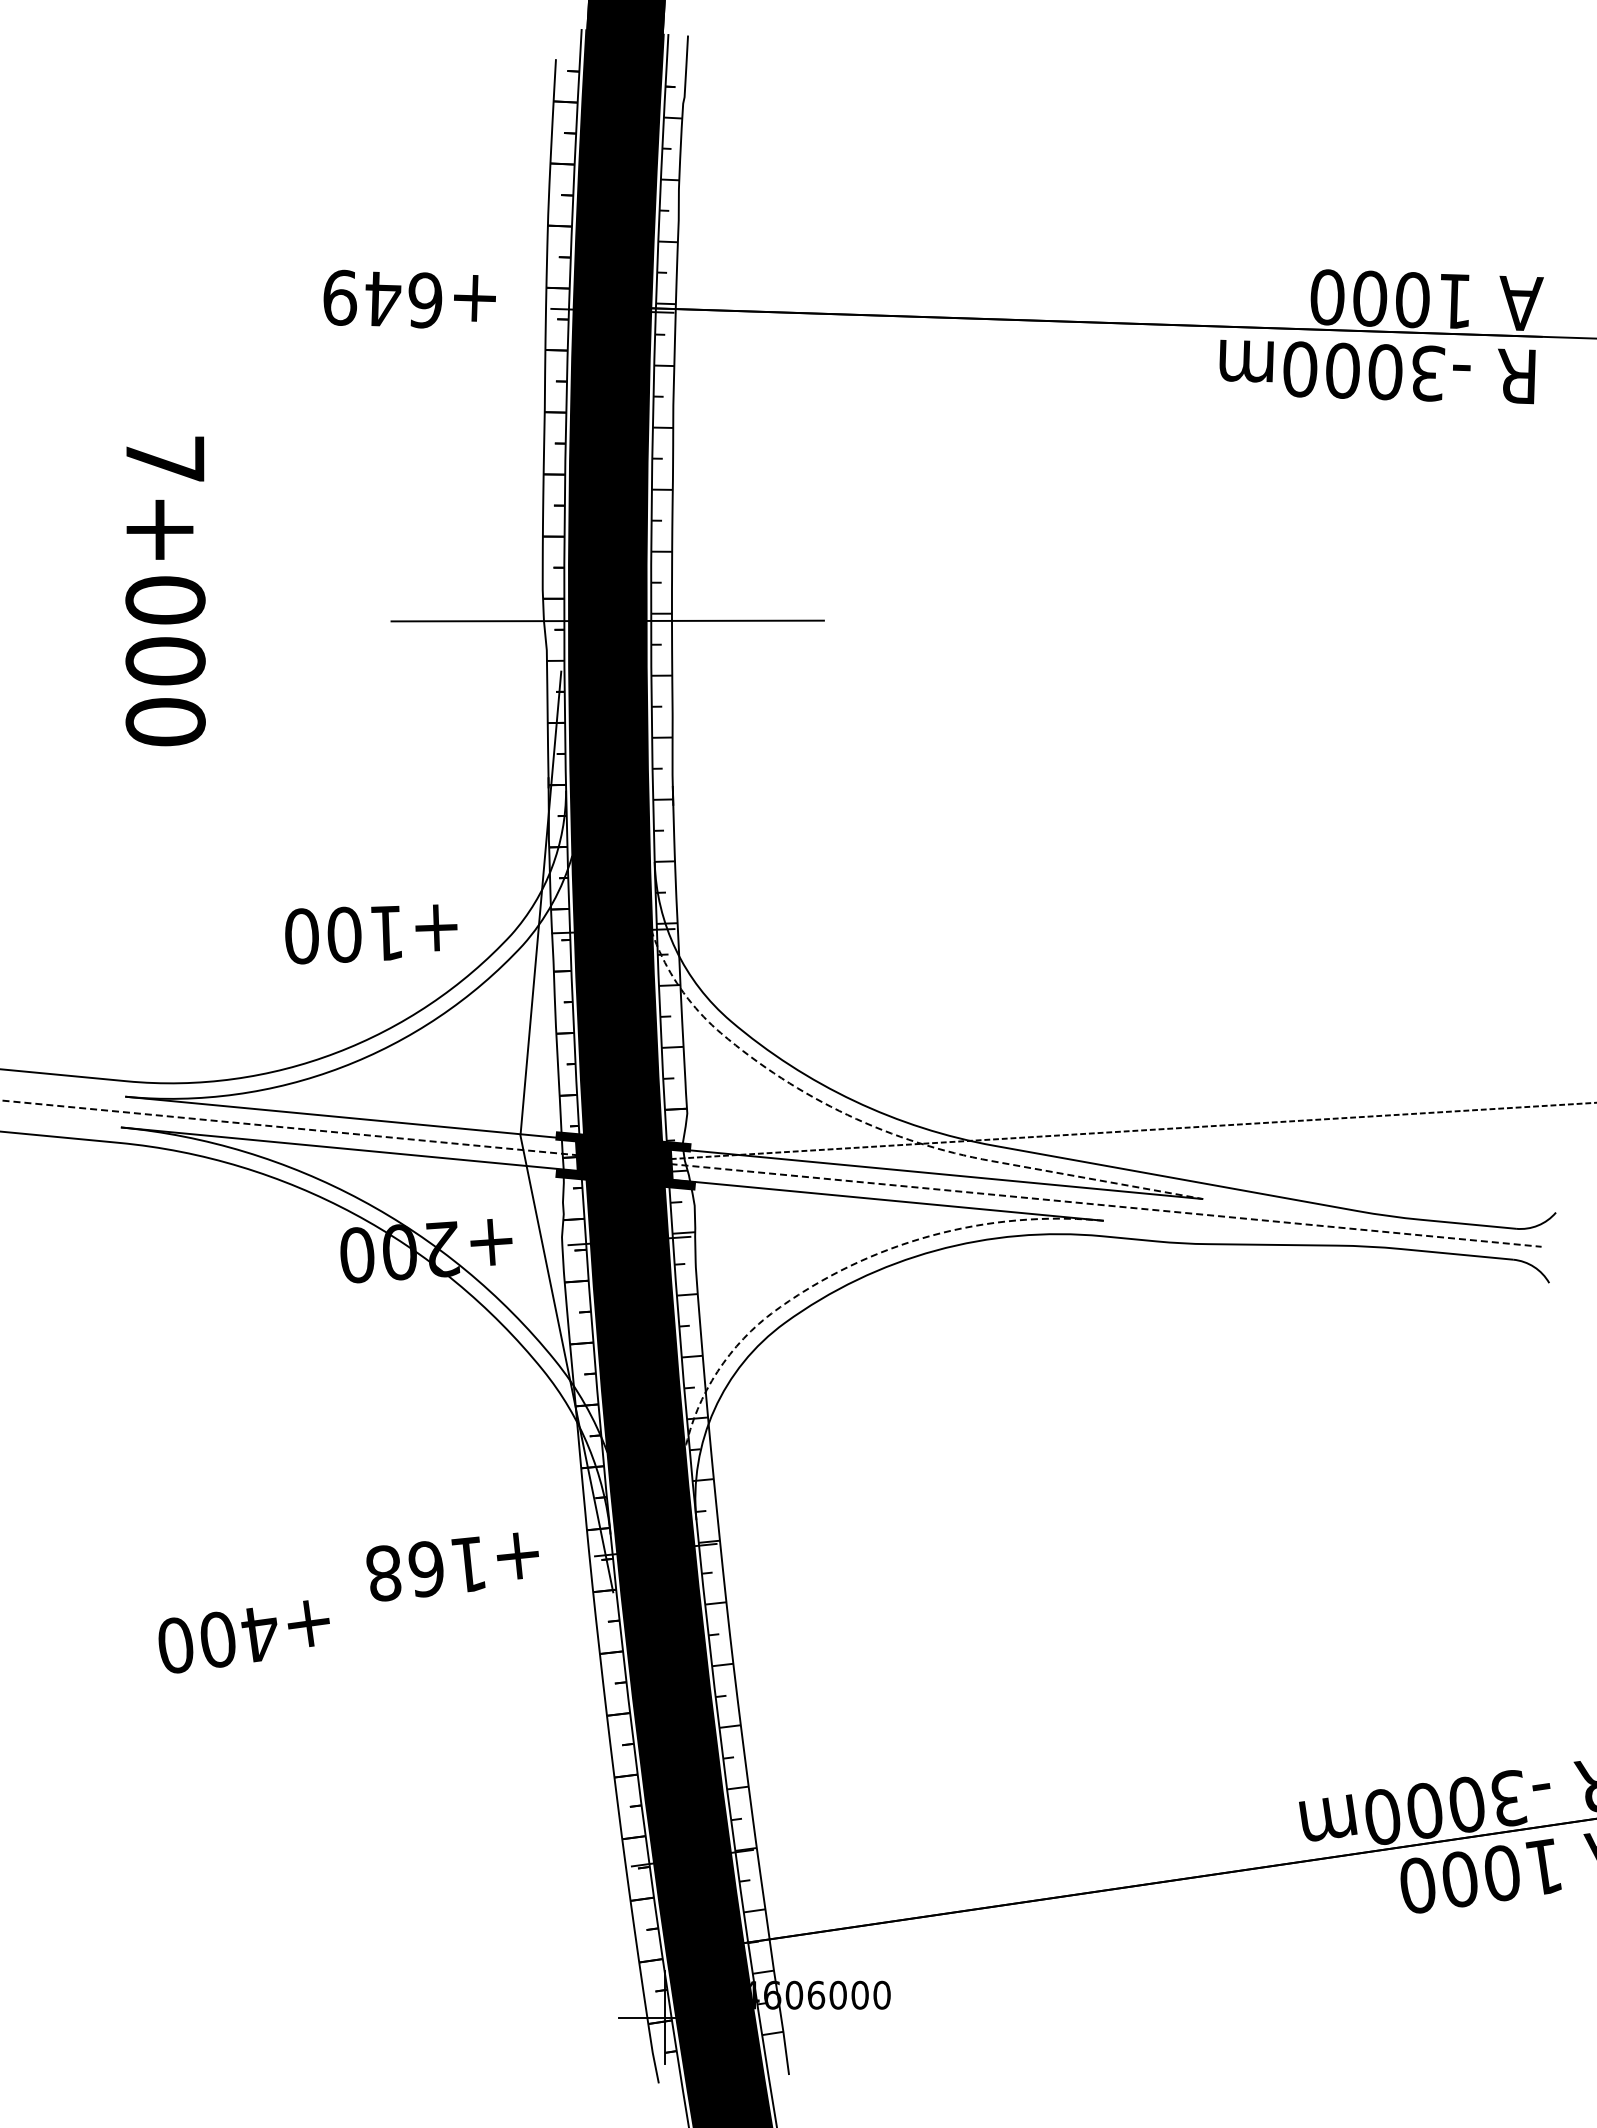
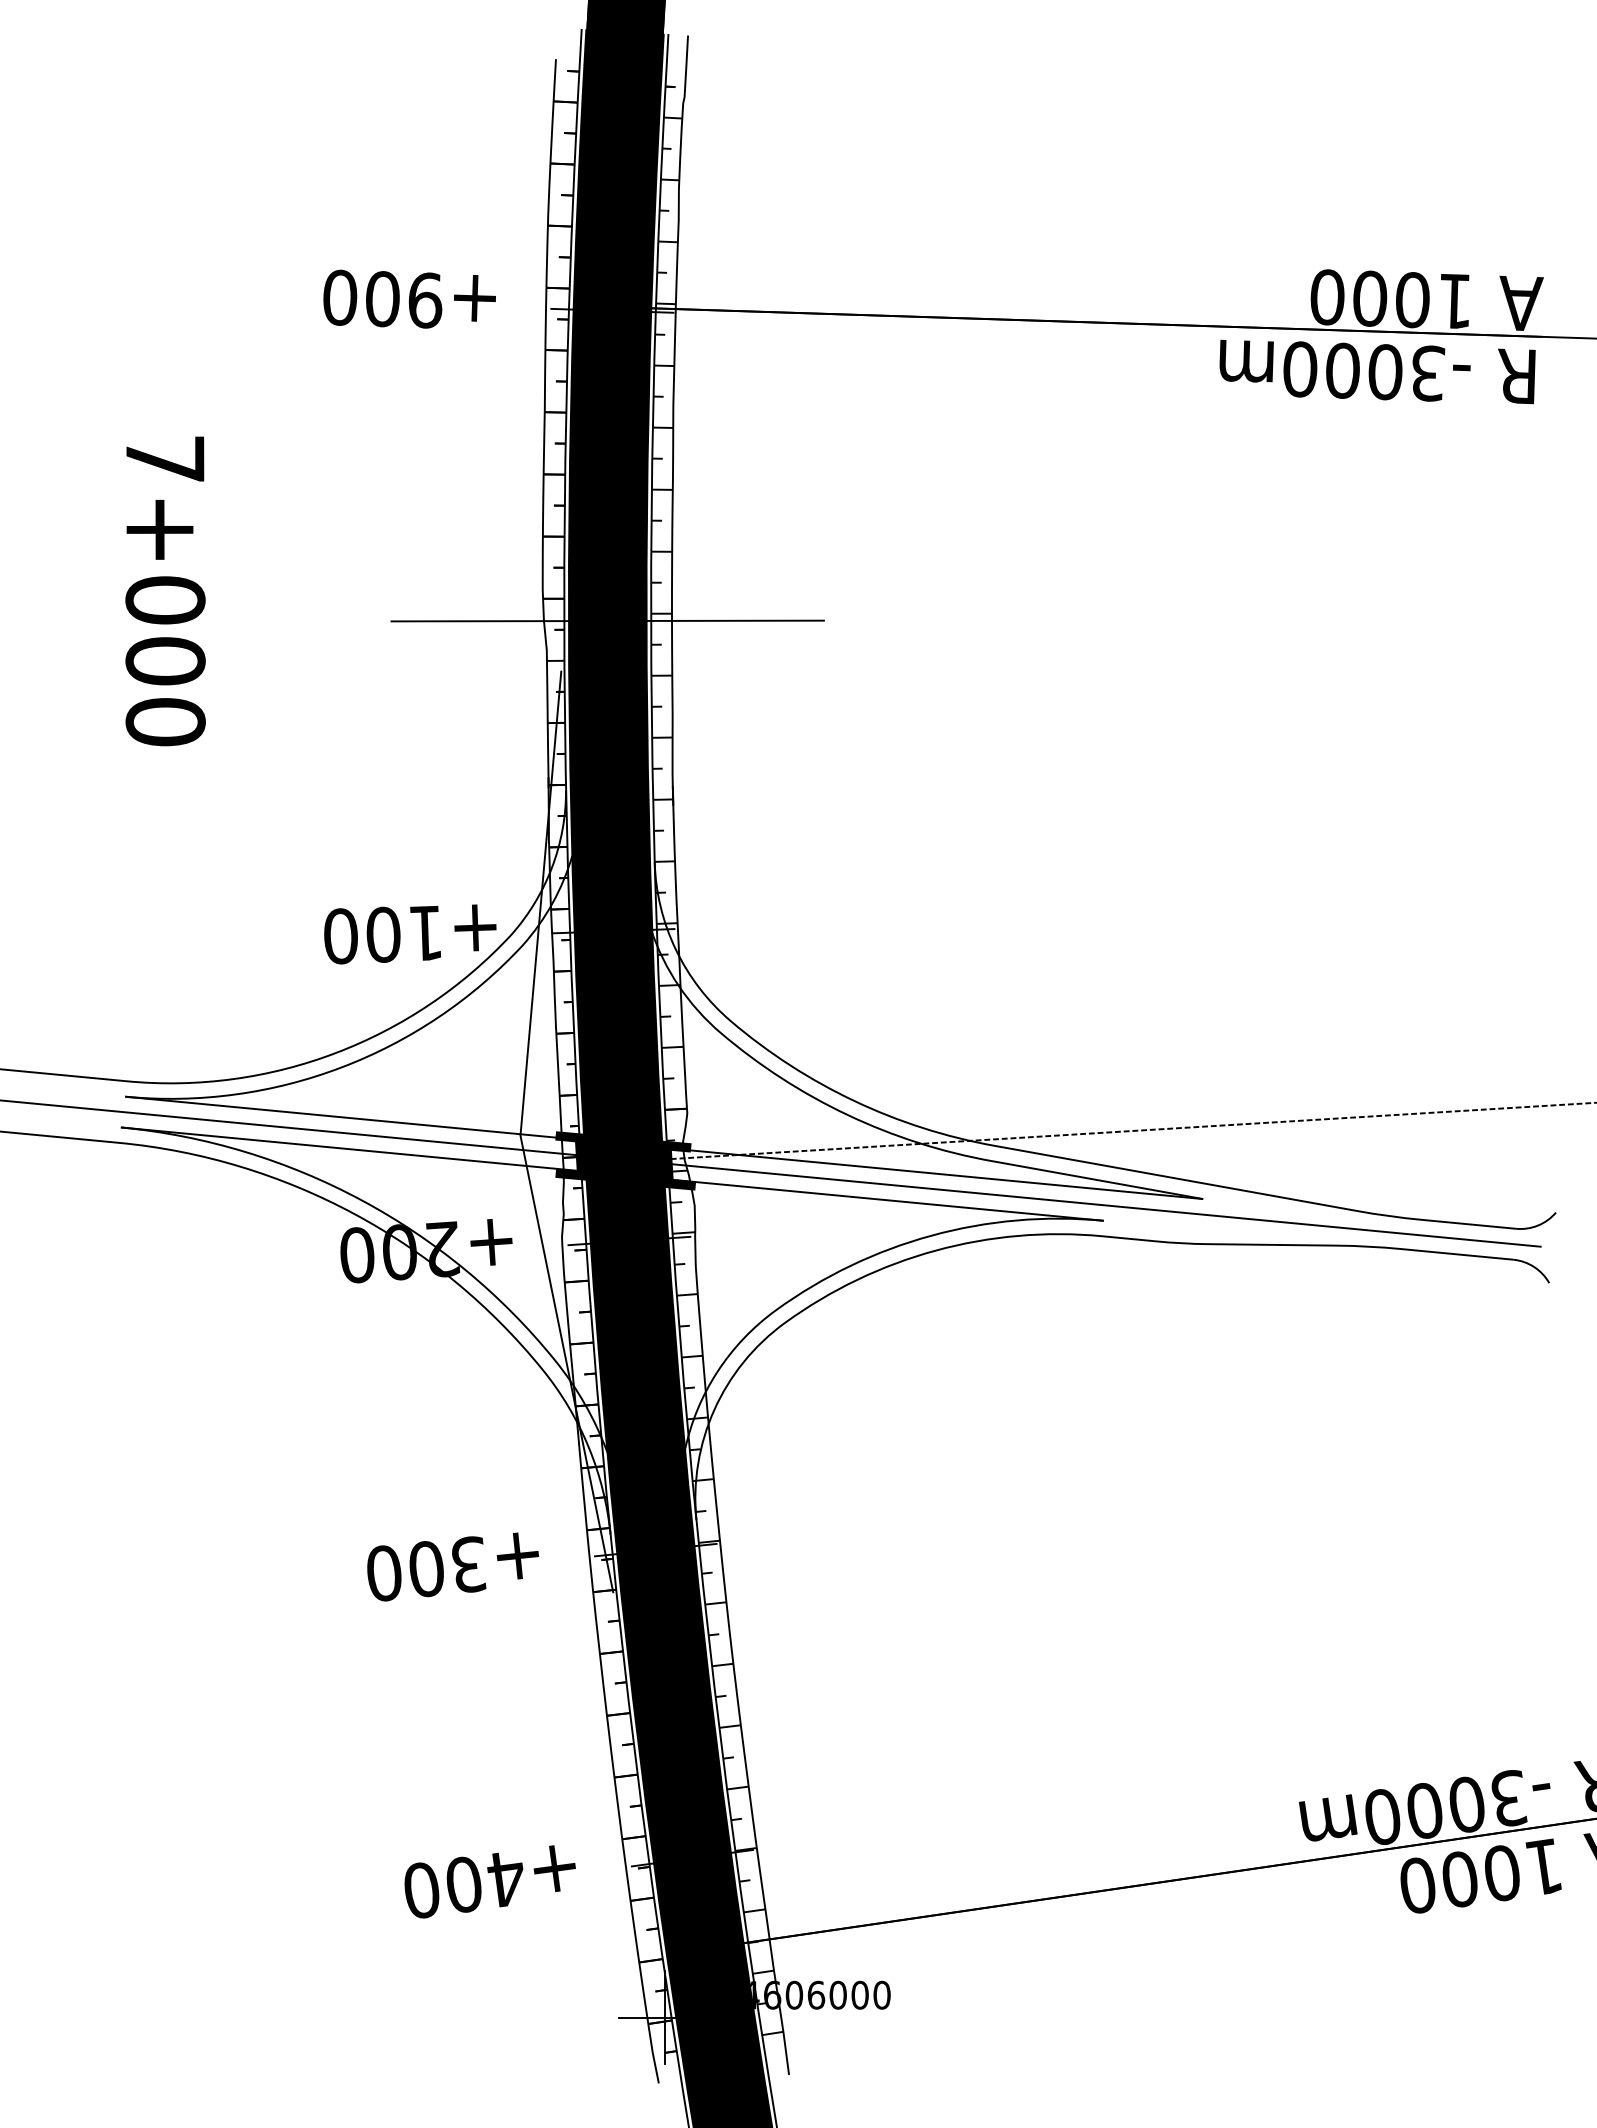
text at (382, 298): +649 -> +900
text at (371, 934) position: (371, 934) -> (410, 934)
line at (882, 1130): dashed -> solid
line at (771, 1173): dashed -> solid
line at (847, 1267): dashed -> solid
text at (426, 1568): +168 -> +300
text at (243, 1636) position: (243, 1636) -> (489, 1881)
